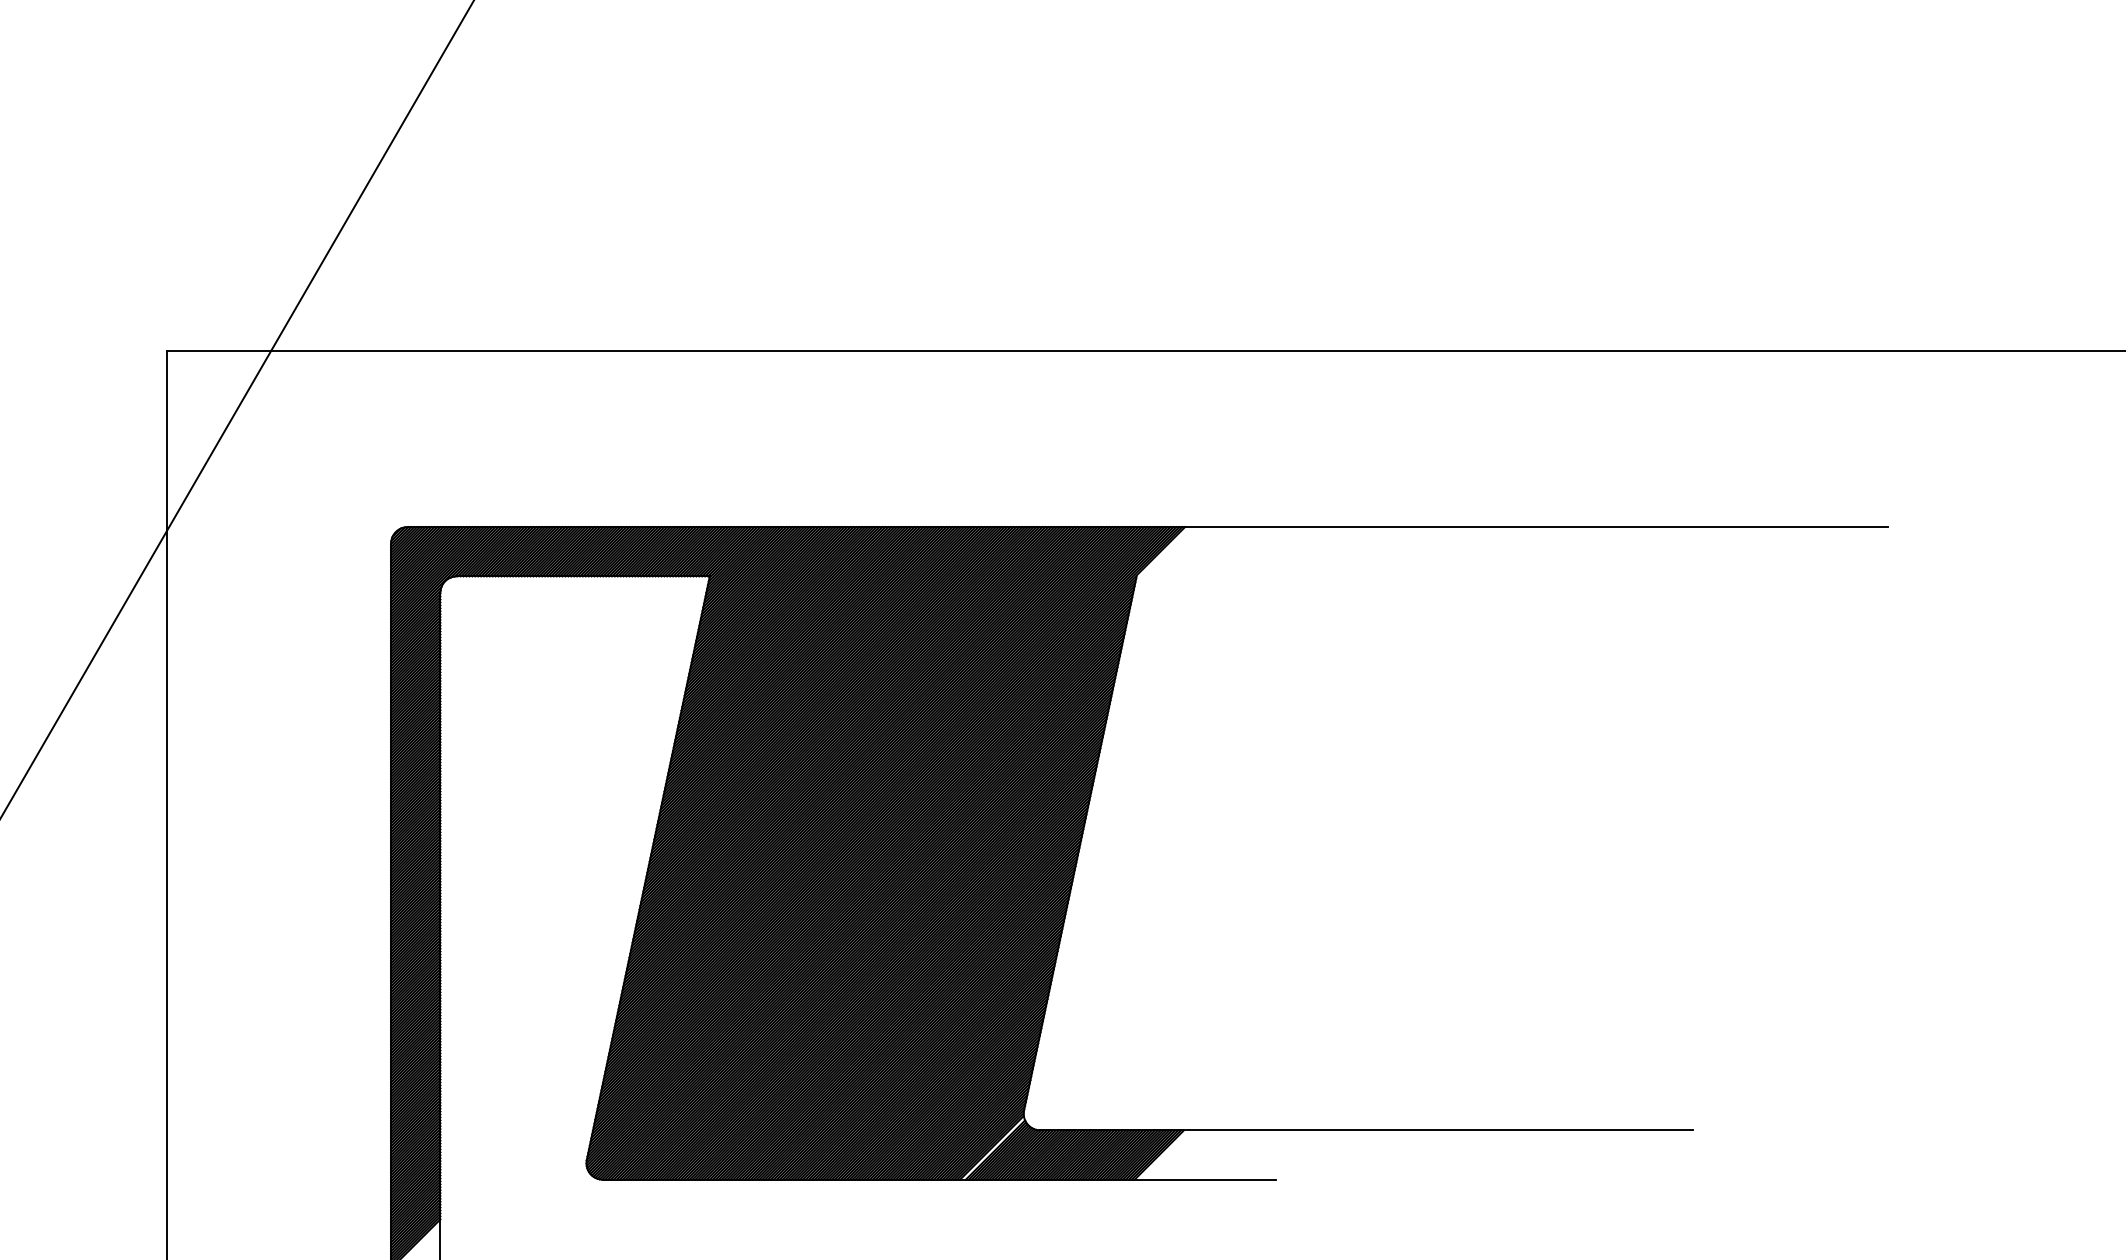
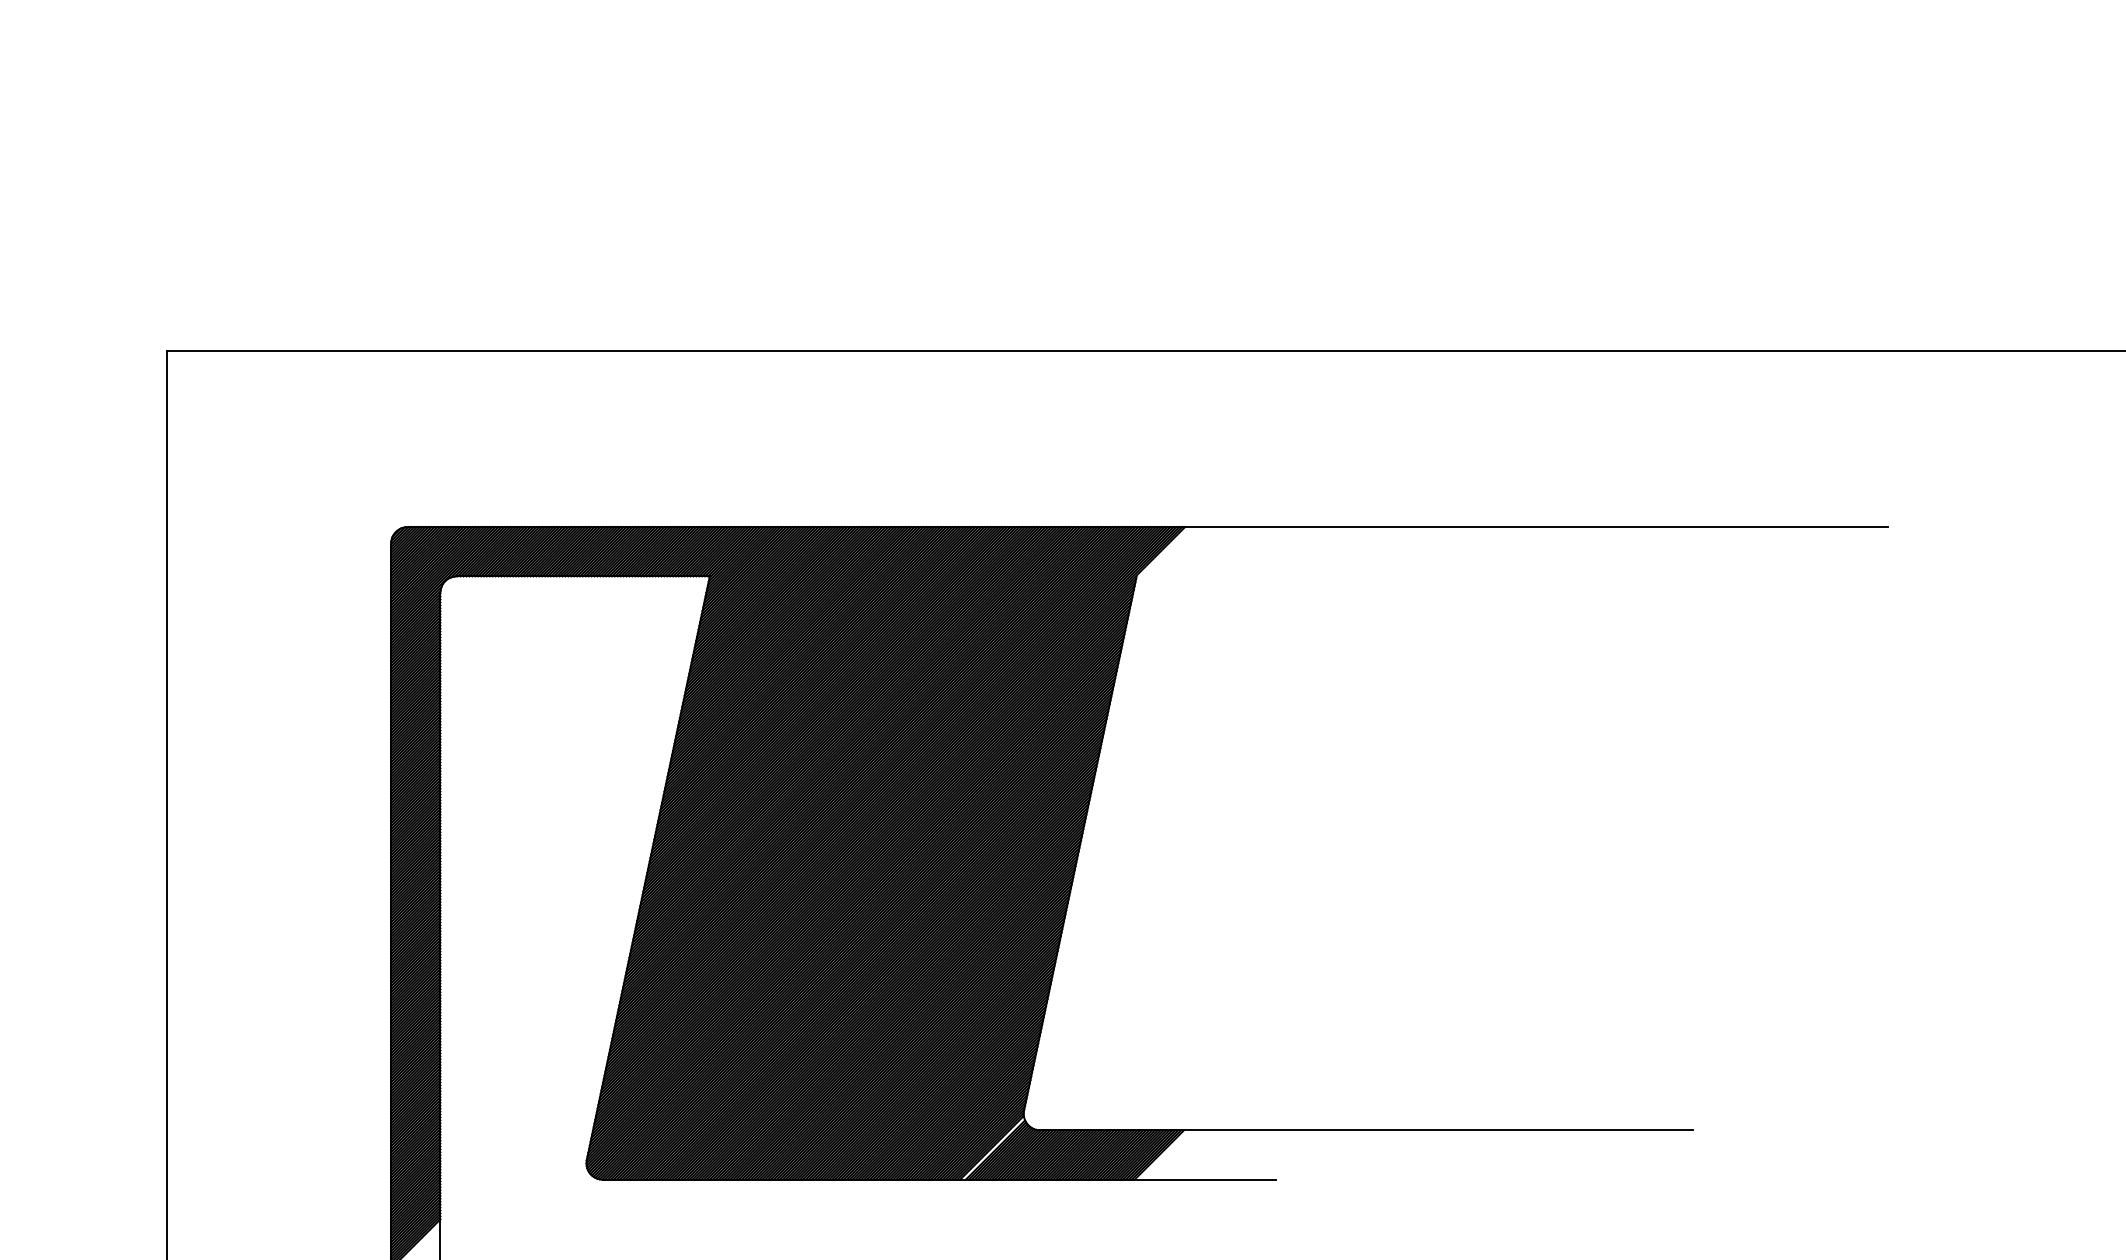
line at (237, 408): present -> none
